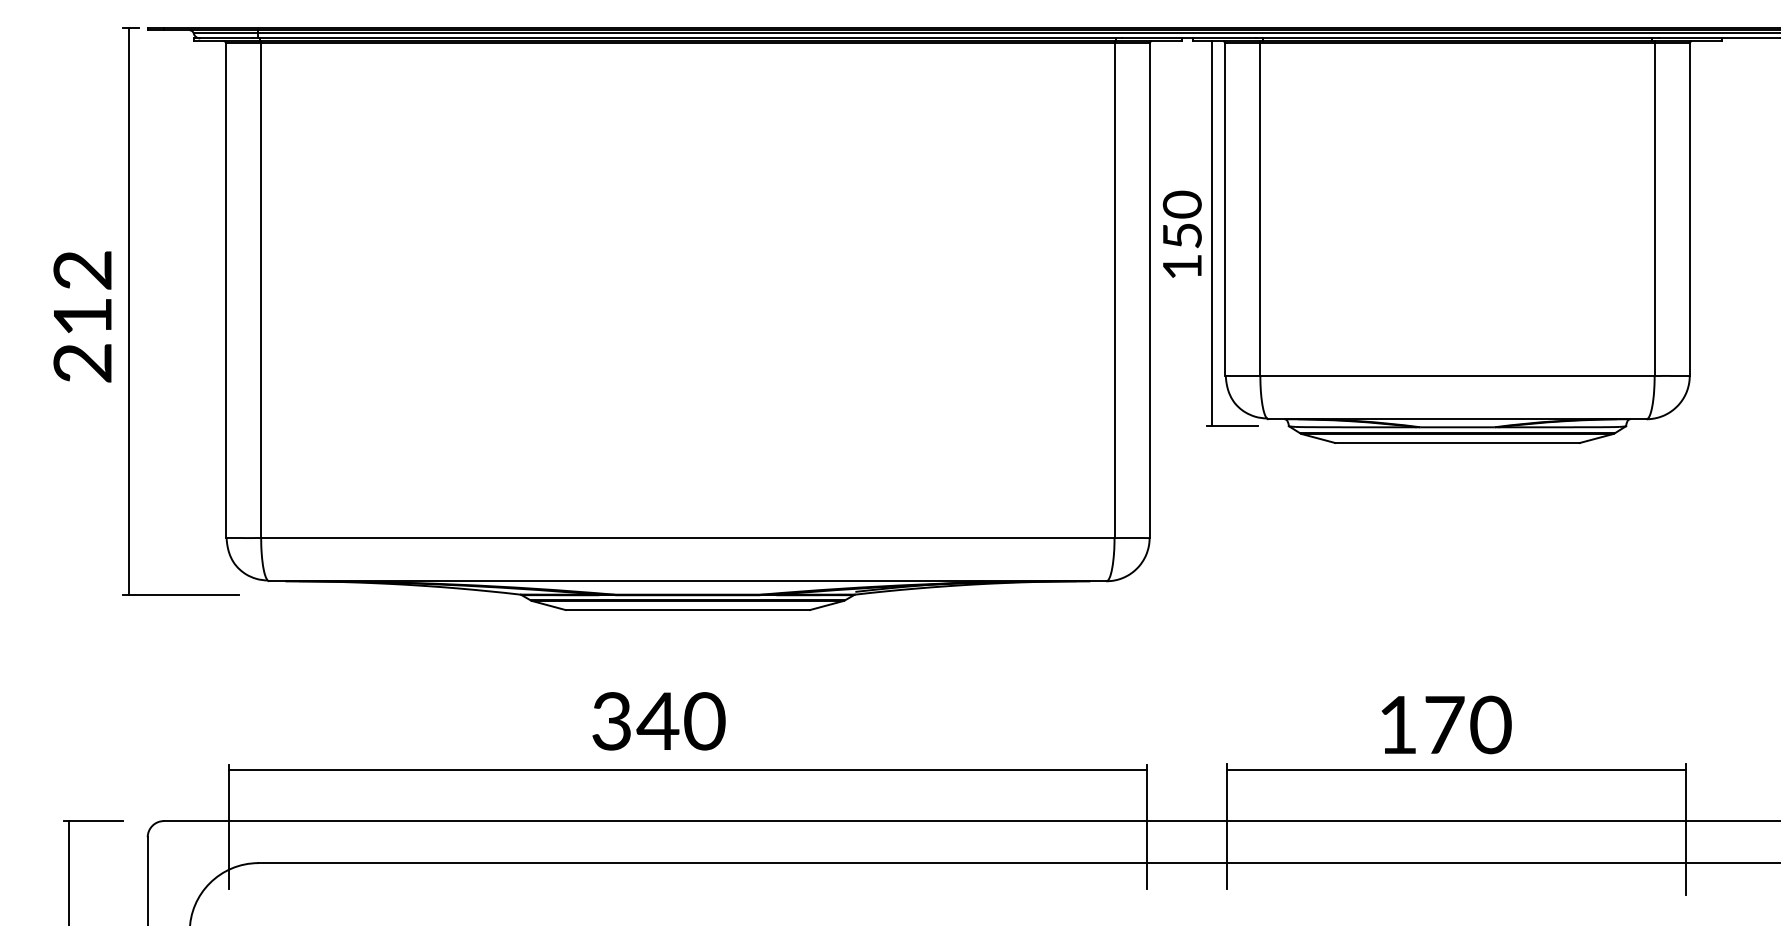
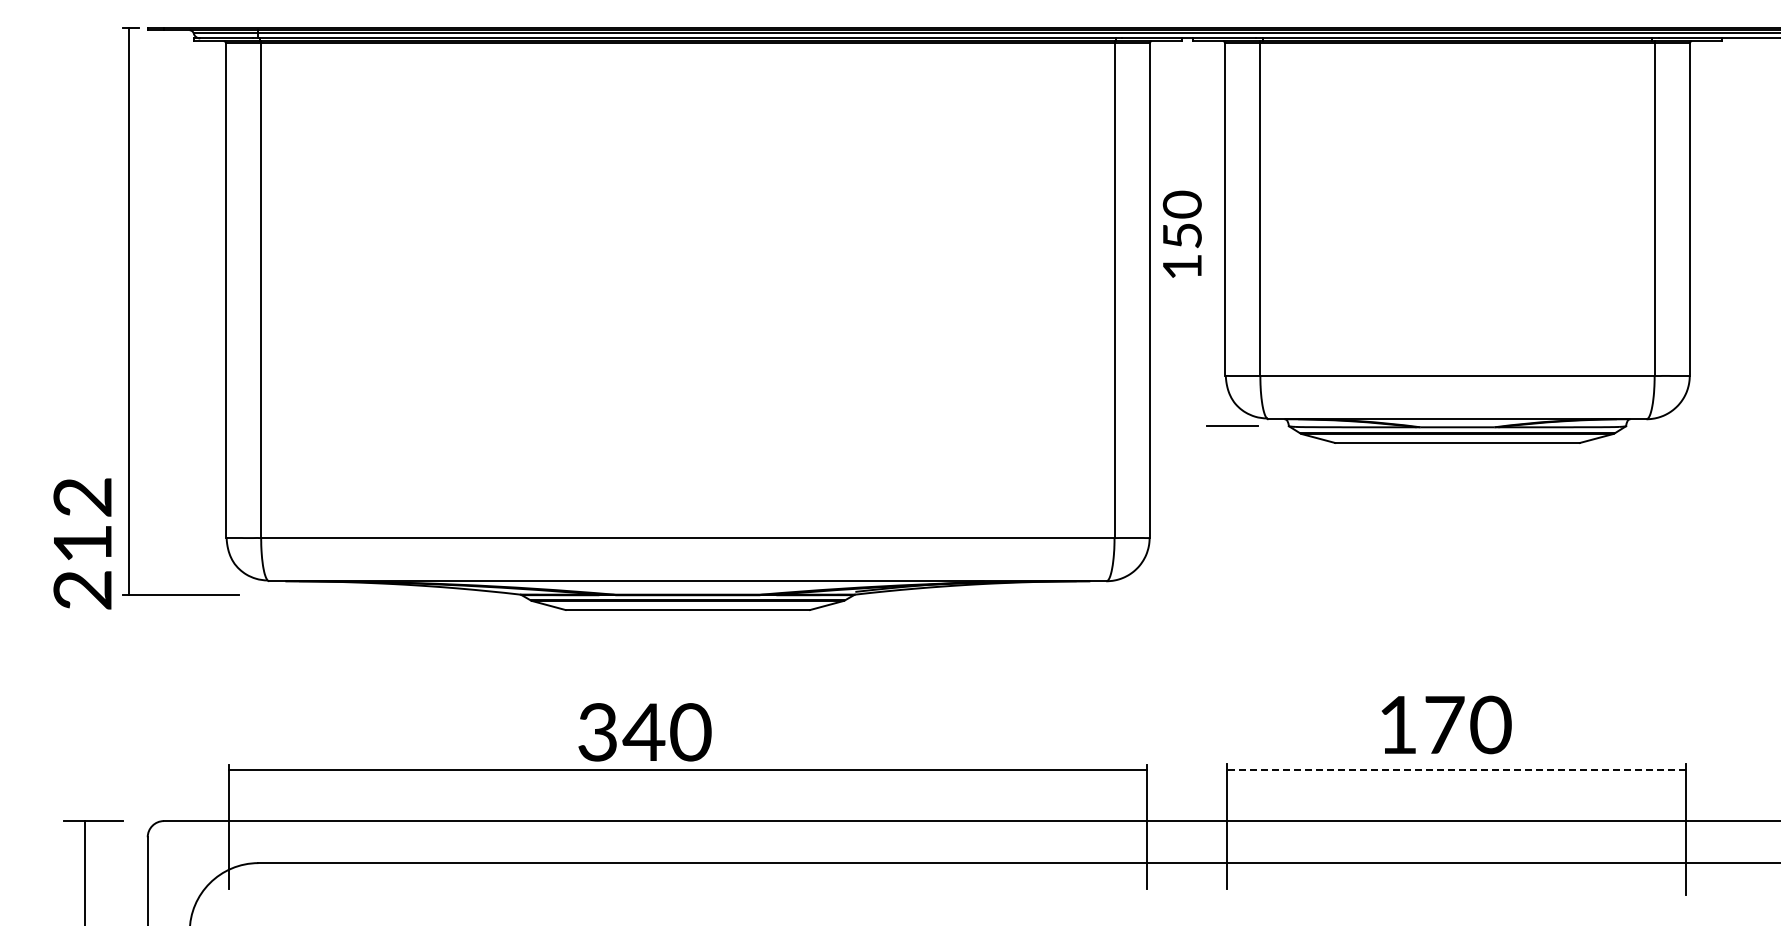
line at (1211, 233): present -> none
text at (82, 316) position: (82, 316) -> (82, 543)
text at (658, 721) position: (658, 721) -> (644, 732)
line at (1456, 769): solid -> dashed
line at (69, 871) position: (69, 871) -> (85, 871)
